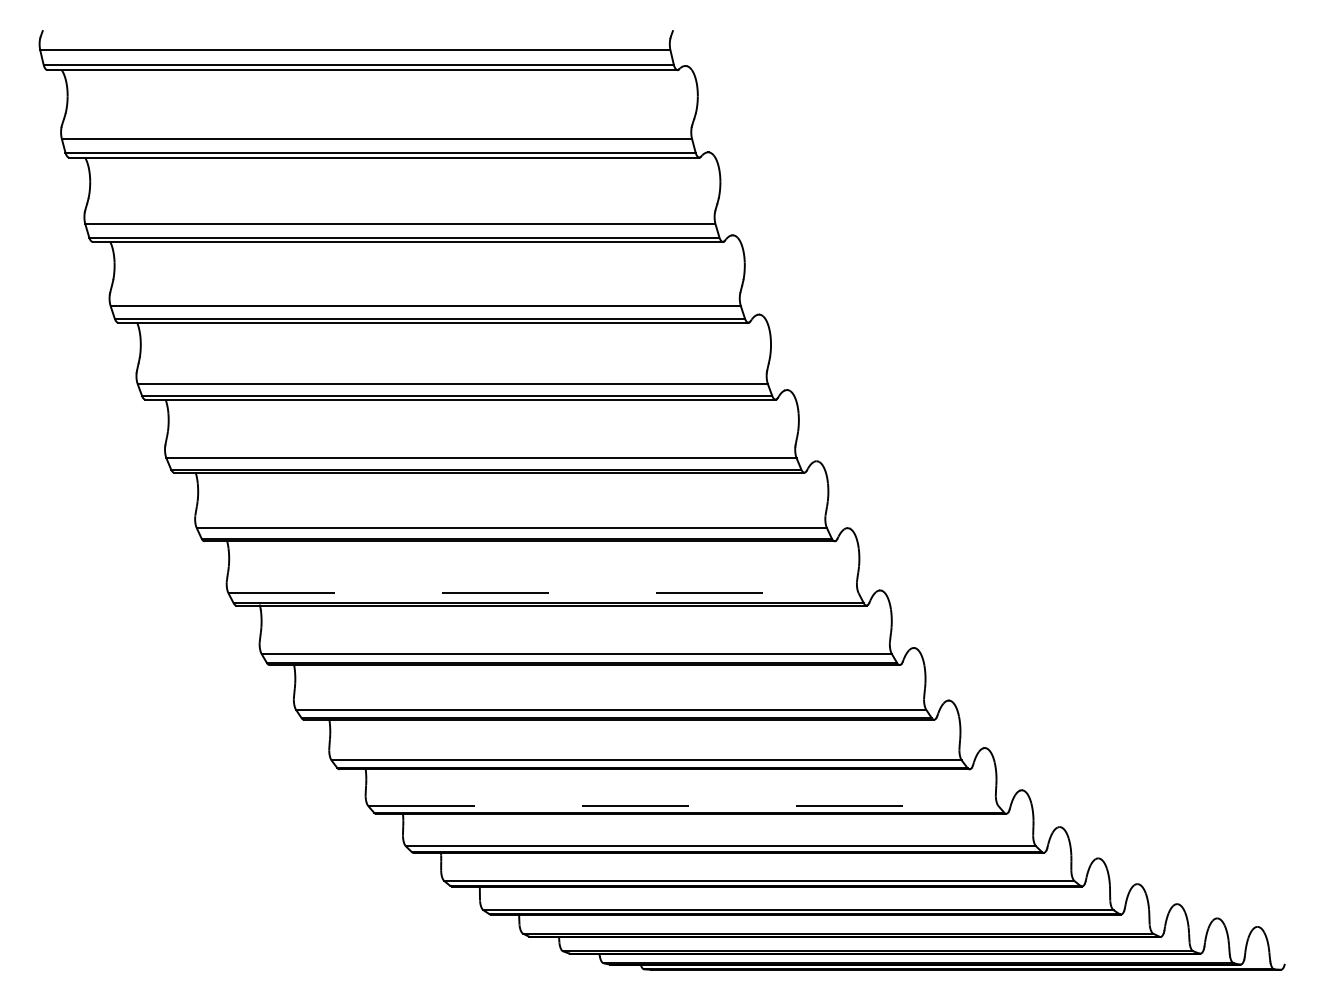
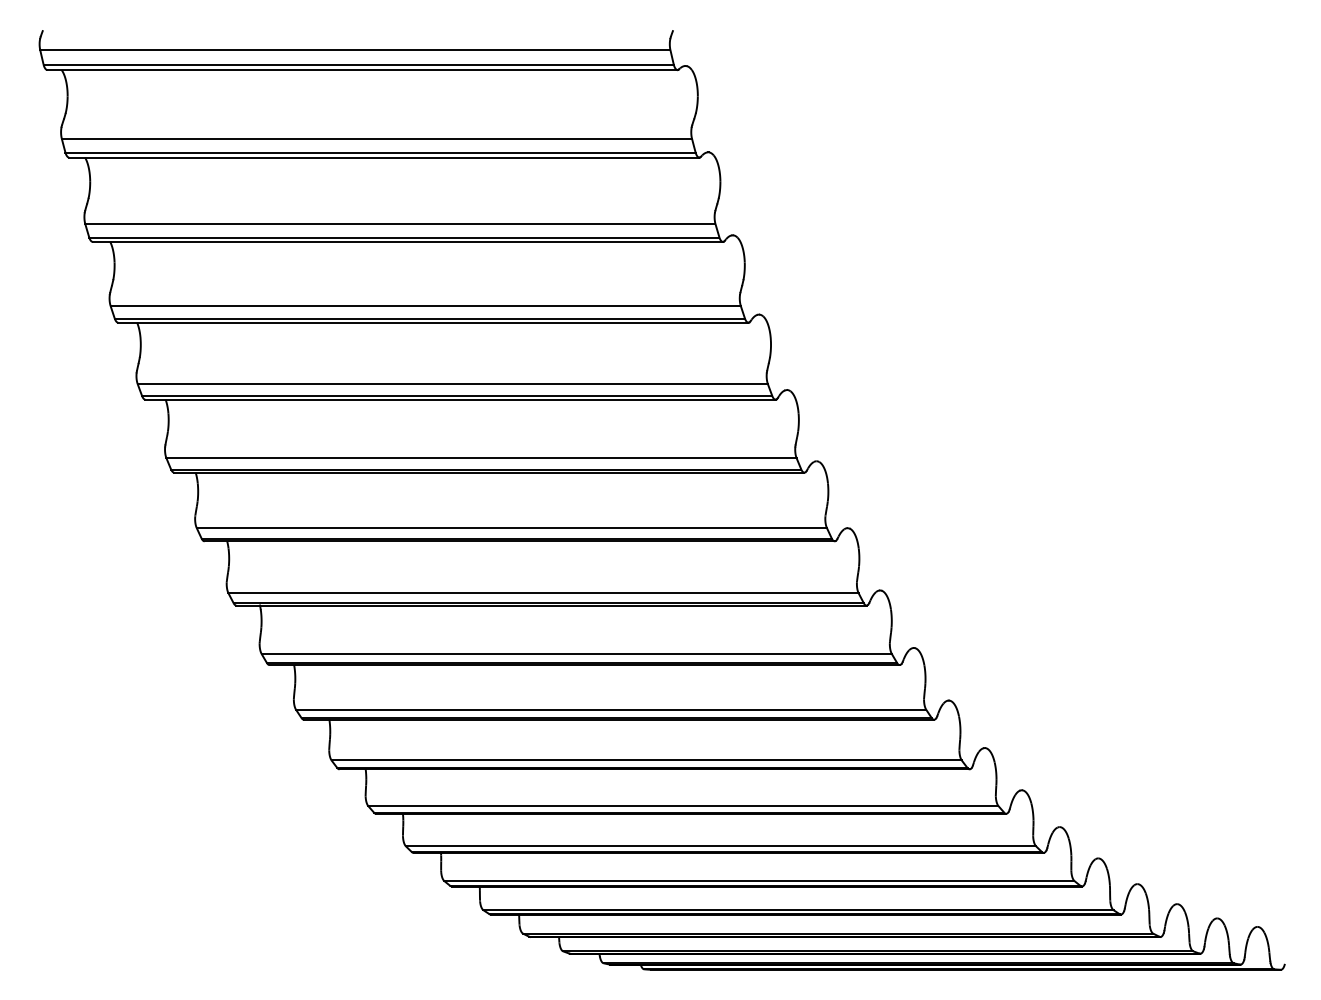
line at (544, 593): dashed -> solid
line at (683, 806): dashed -> solid
